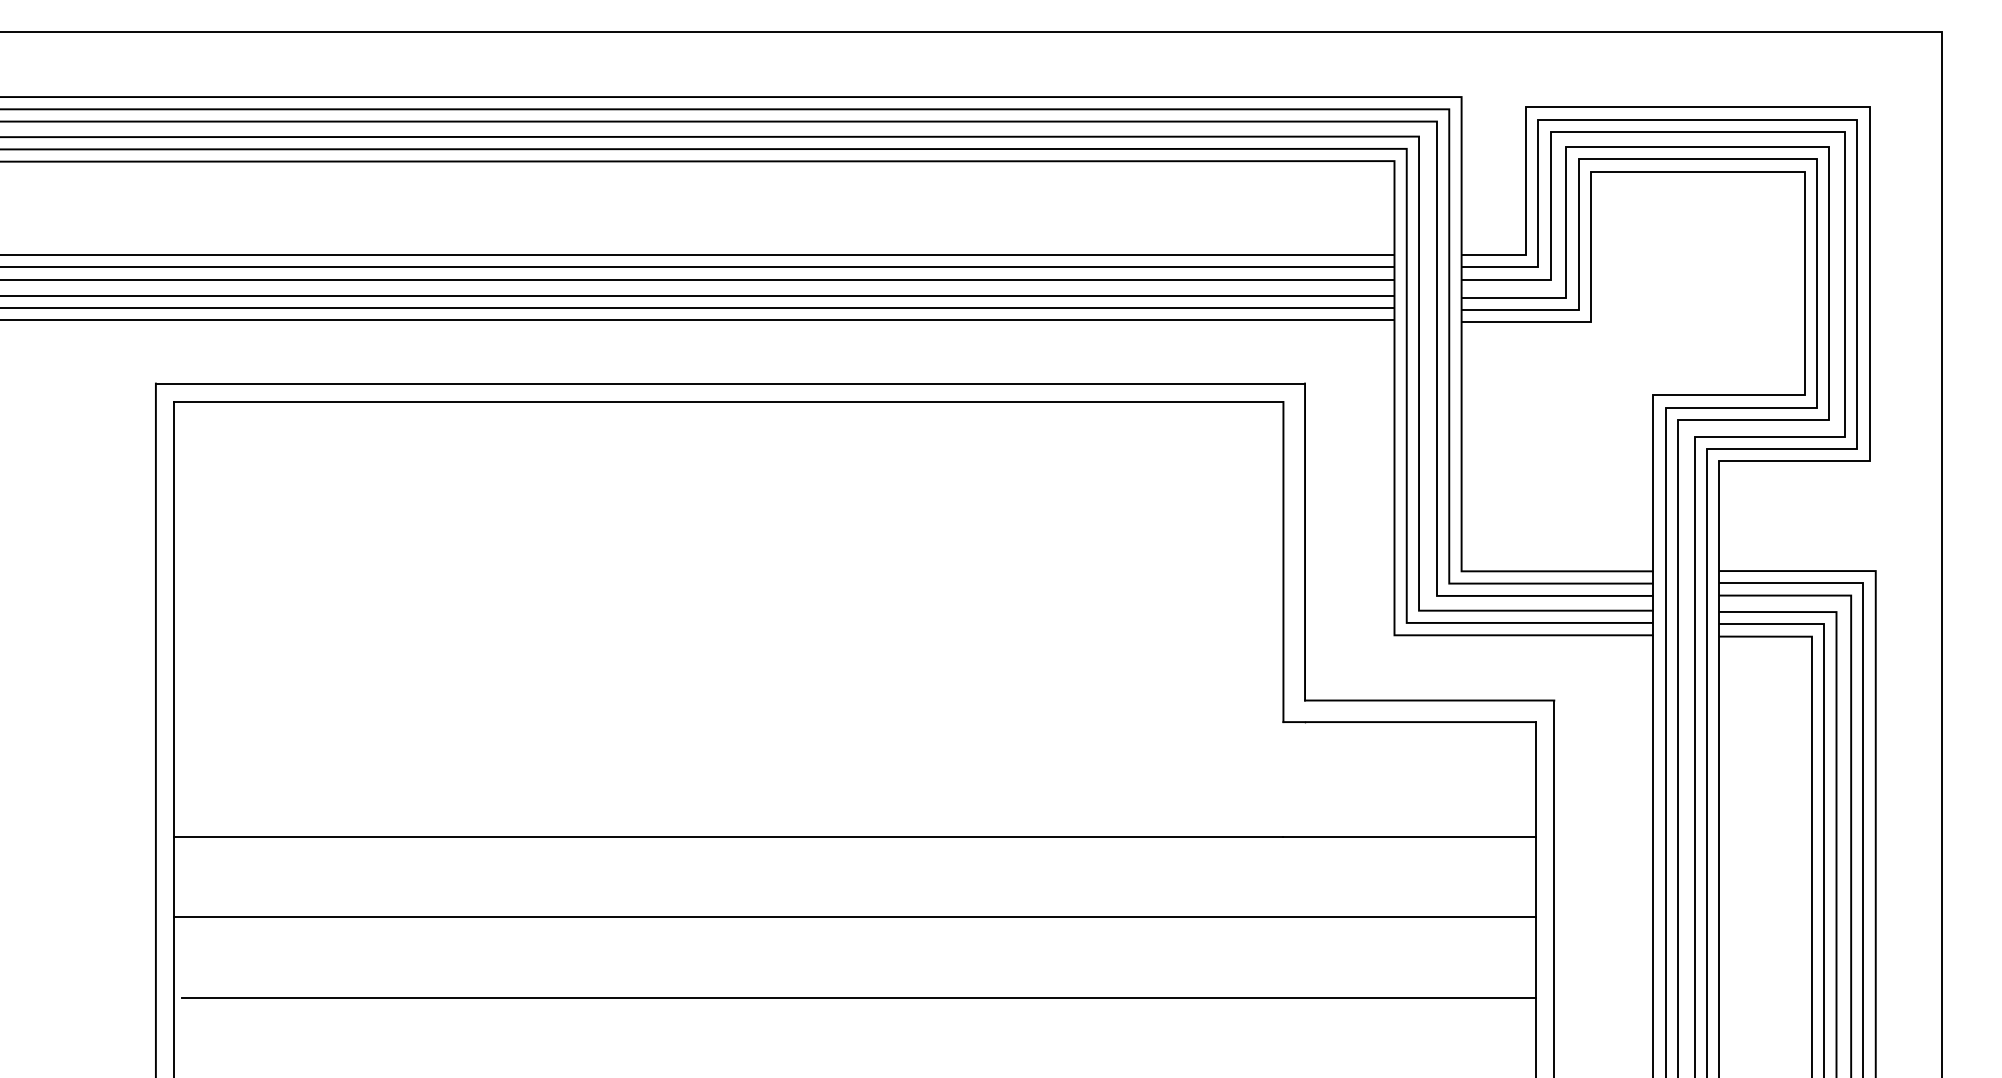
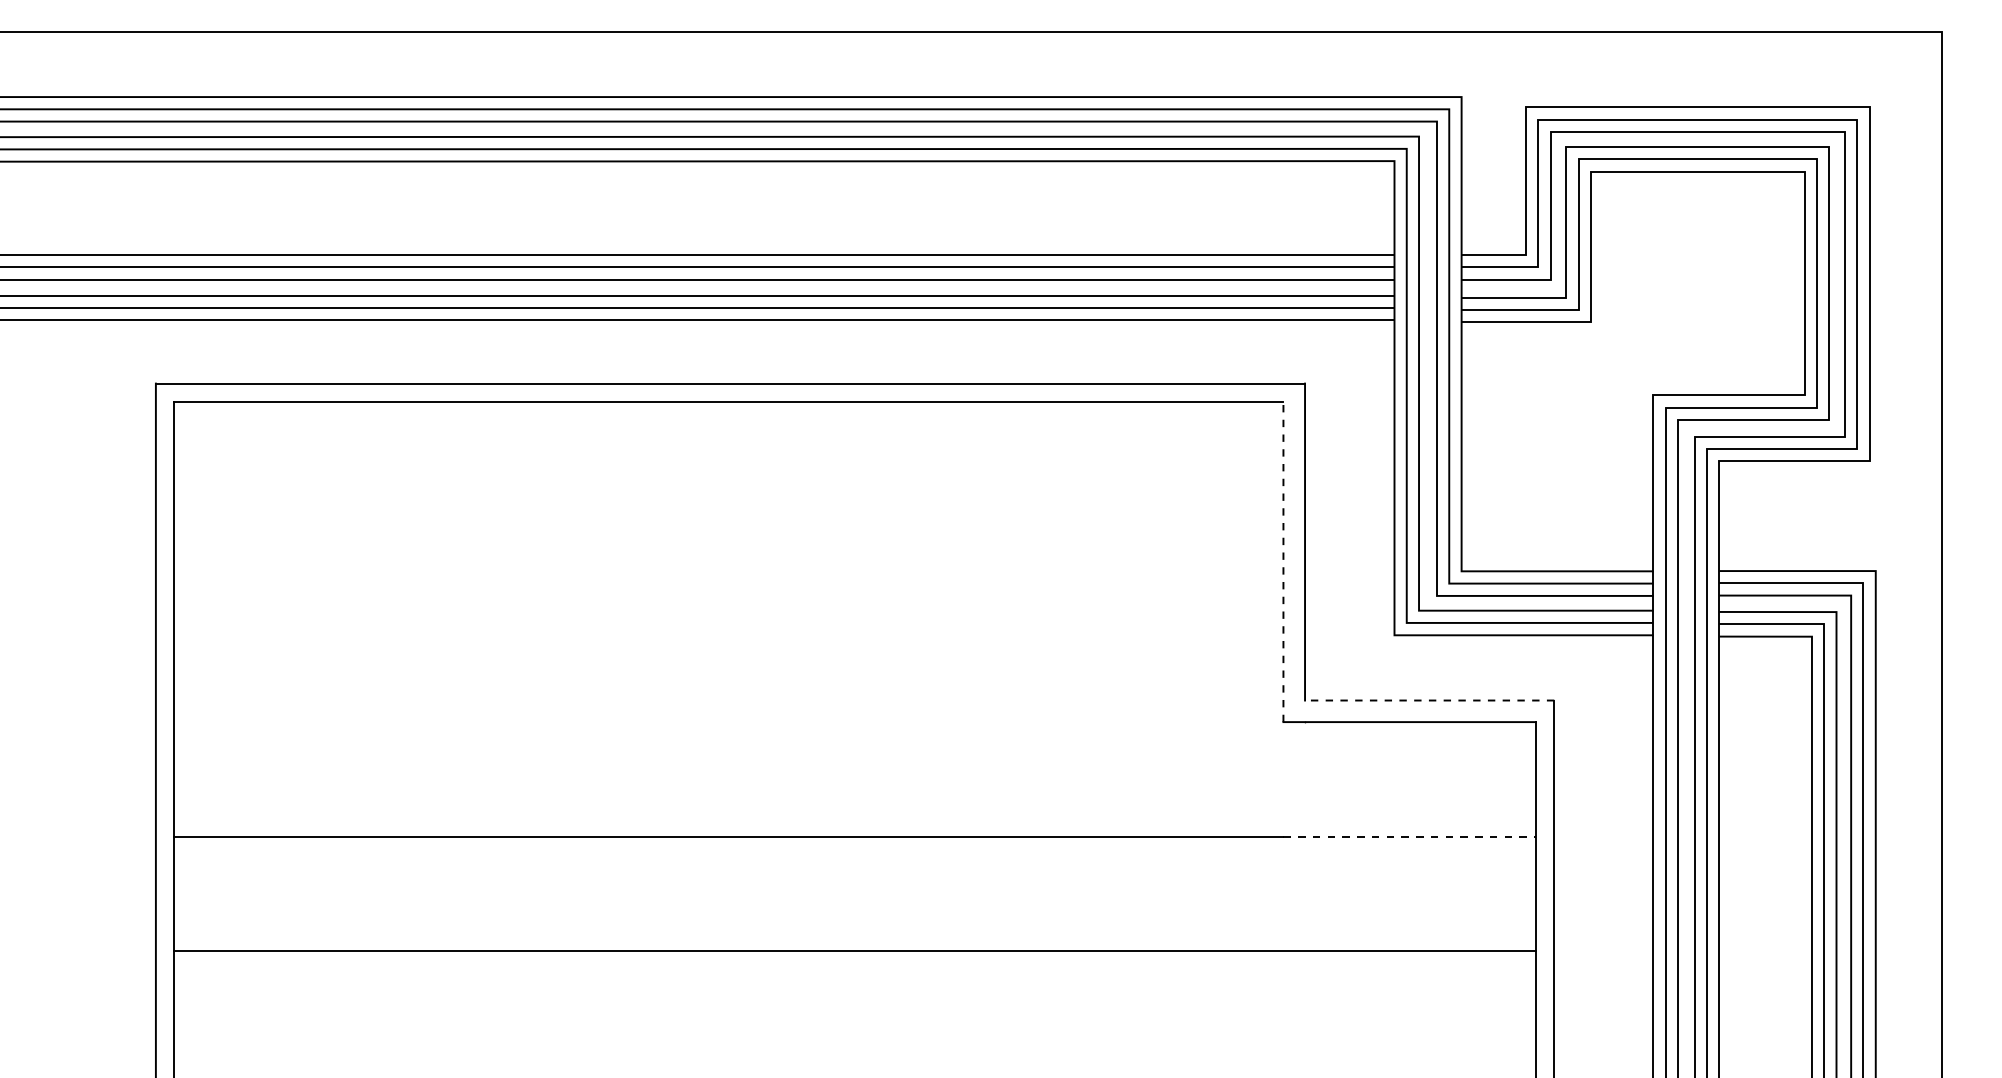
line at (1283, 561): solid -> dashed
line at (1429, 700): solid -> dashed
line at (1410, 836): solid -> dashed
line at (854, 917) position: (854, 917) -> (854, 951)
line at (858, 998): present -> none
